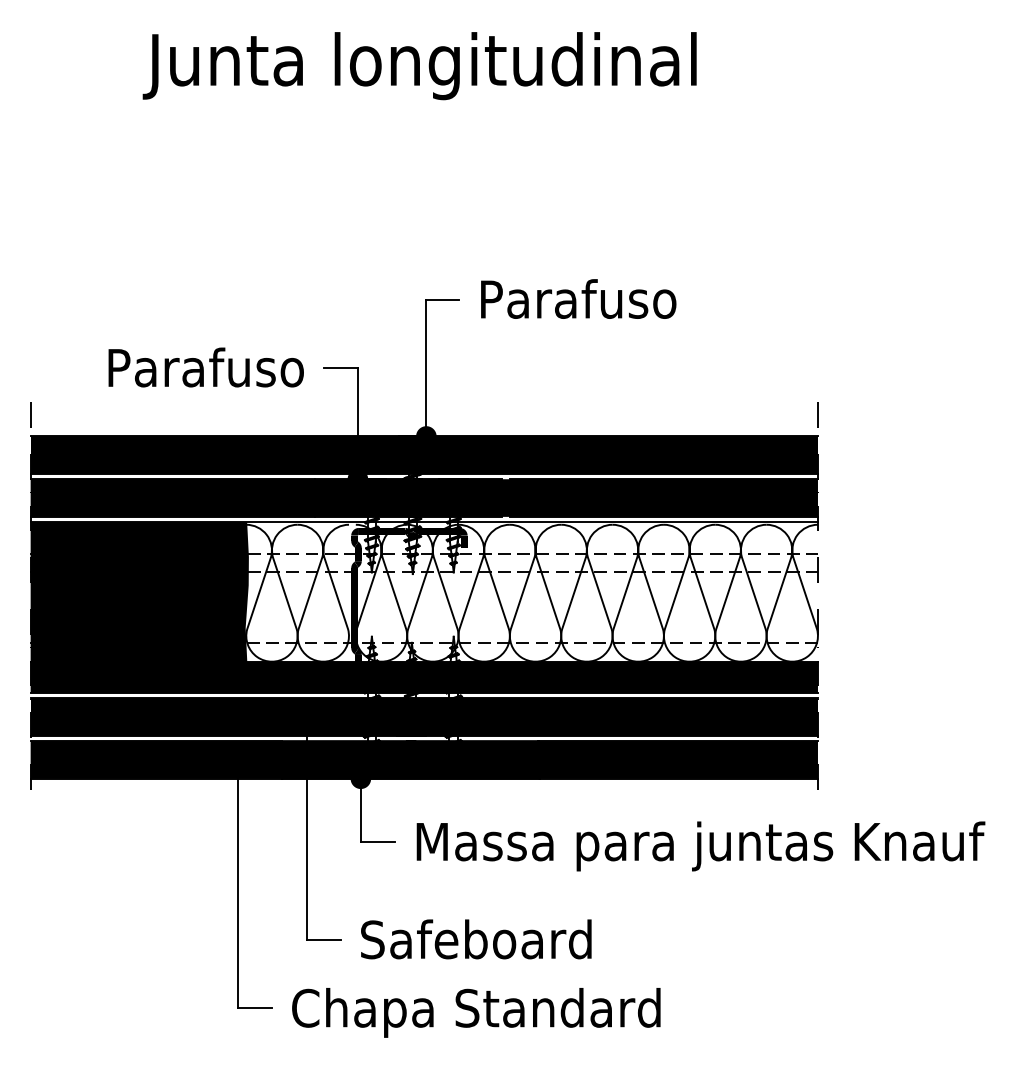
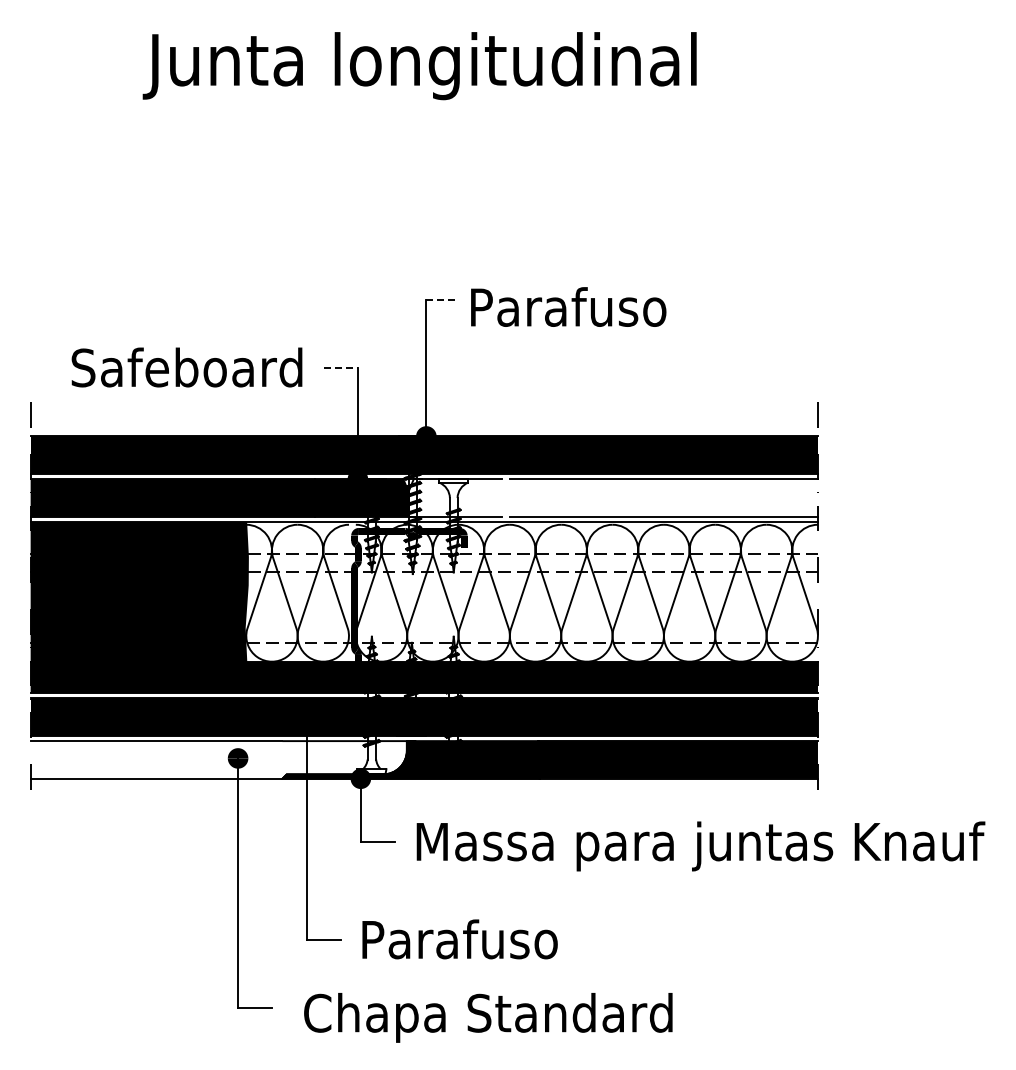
text at (578, 298) position: (578, 298) -> (568, 306)
line at (442, 299): solid -> dashed
text at (187, 367): Parafuso -> Safeboard
line at (341, 367): solid -> dashed
fill at (610, 497): present -> none
fill at (218, 759): present -> none
text at (476, 939): Safeboard -> Parafuso
text at (476, 1012) position: (476, 1012) -> (488, 1017)
